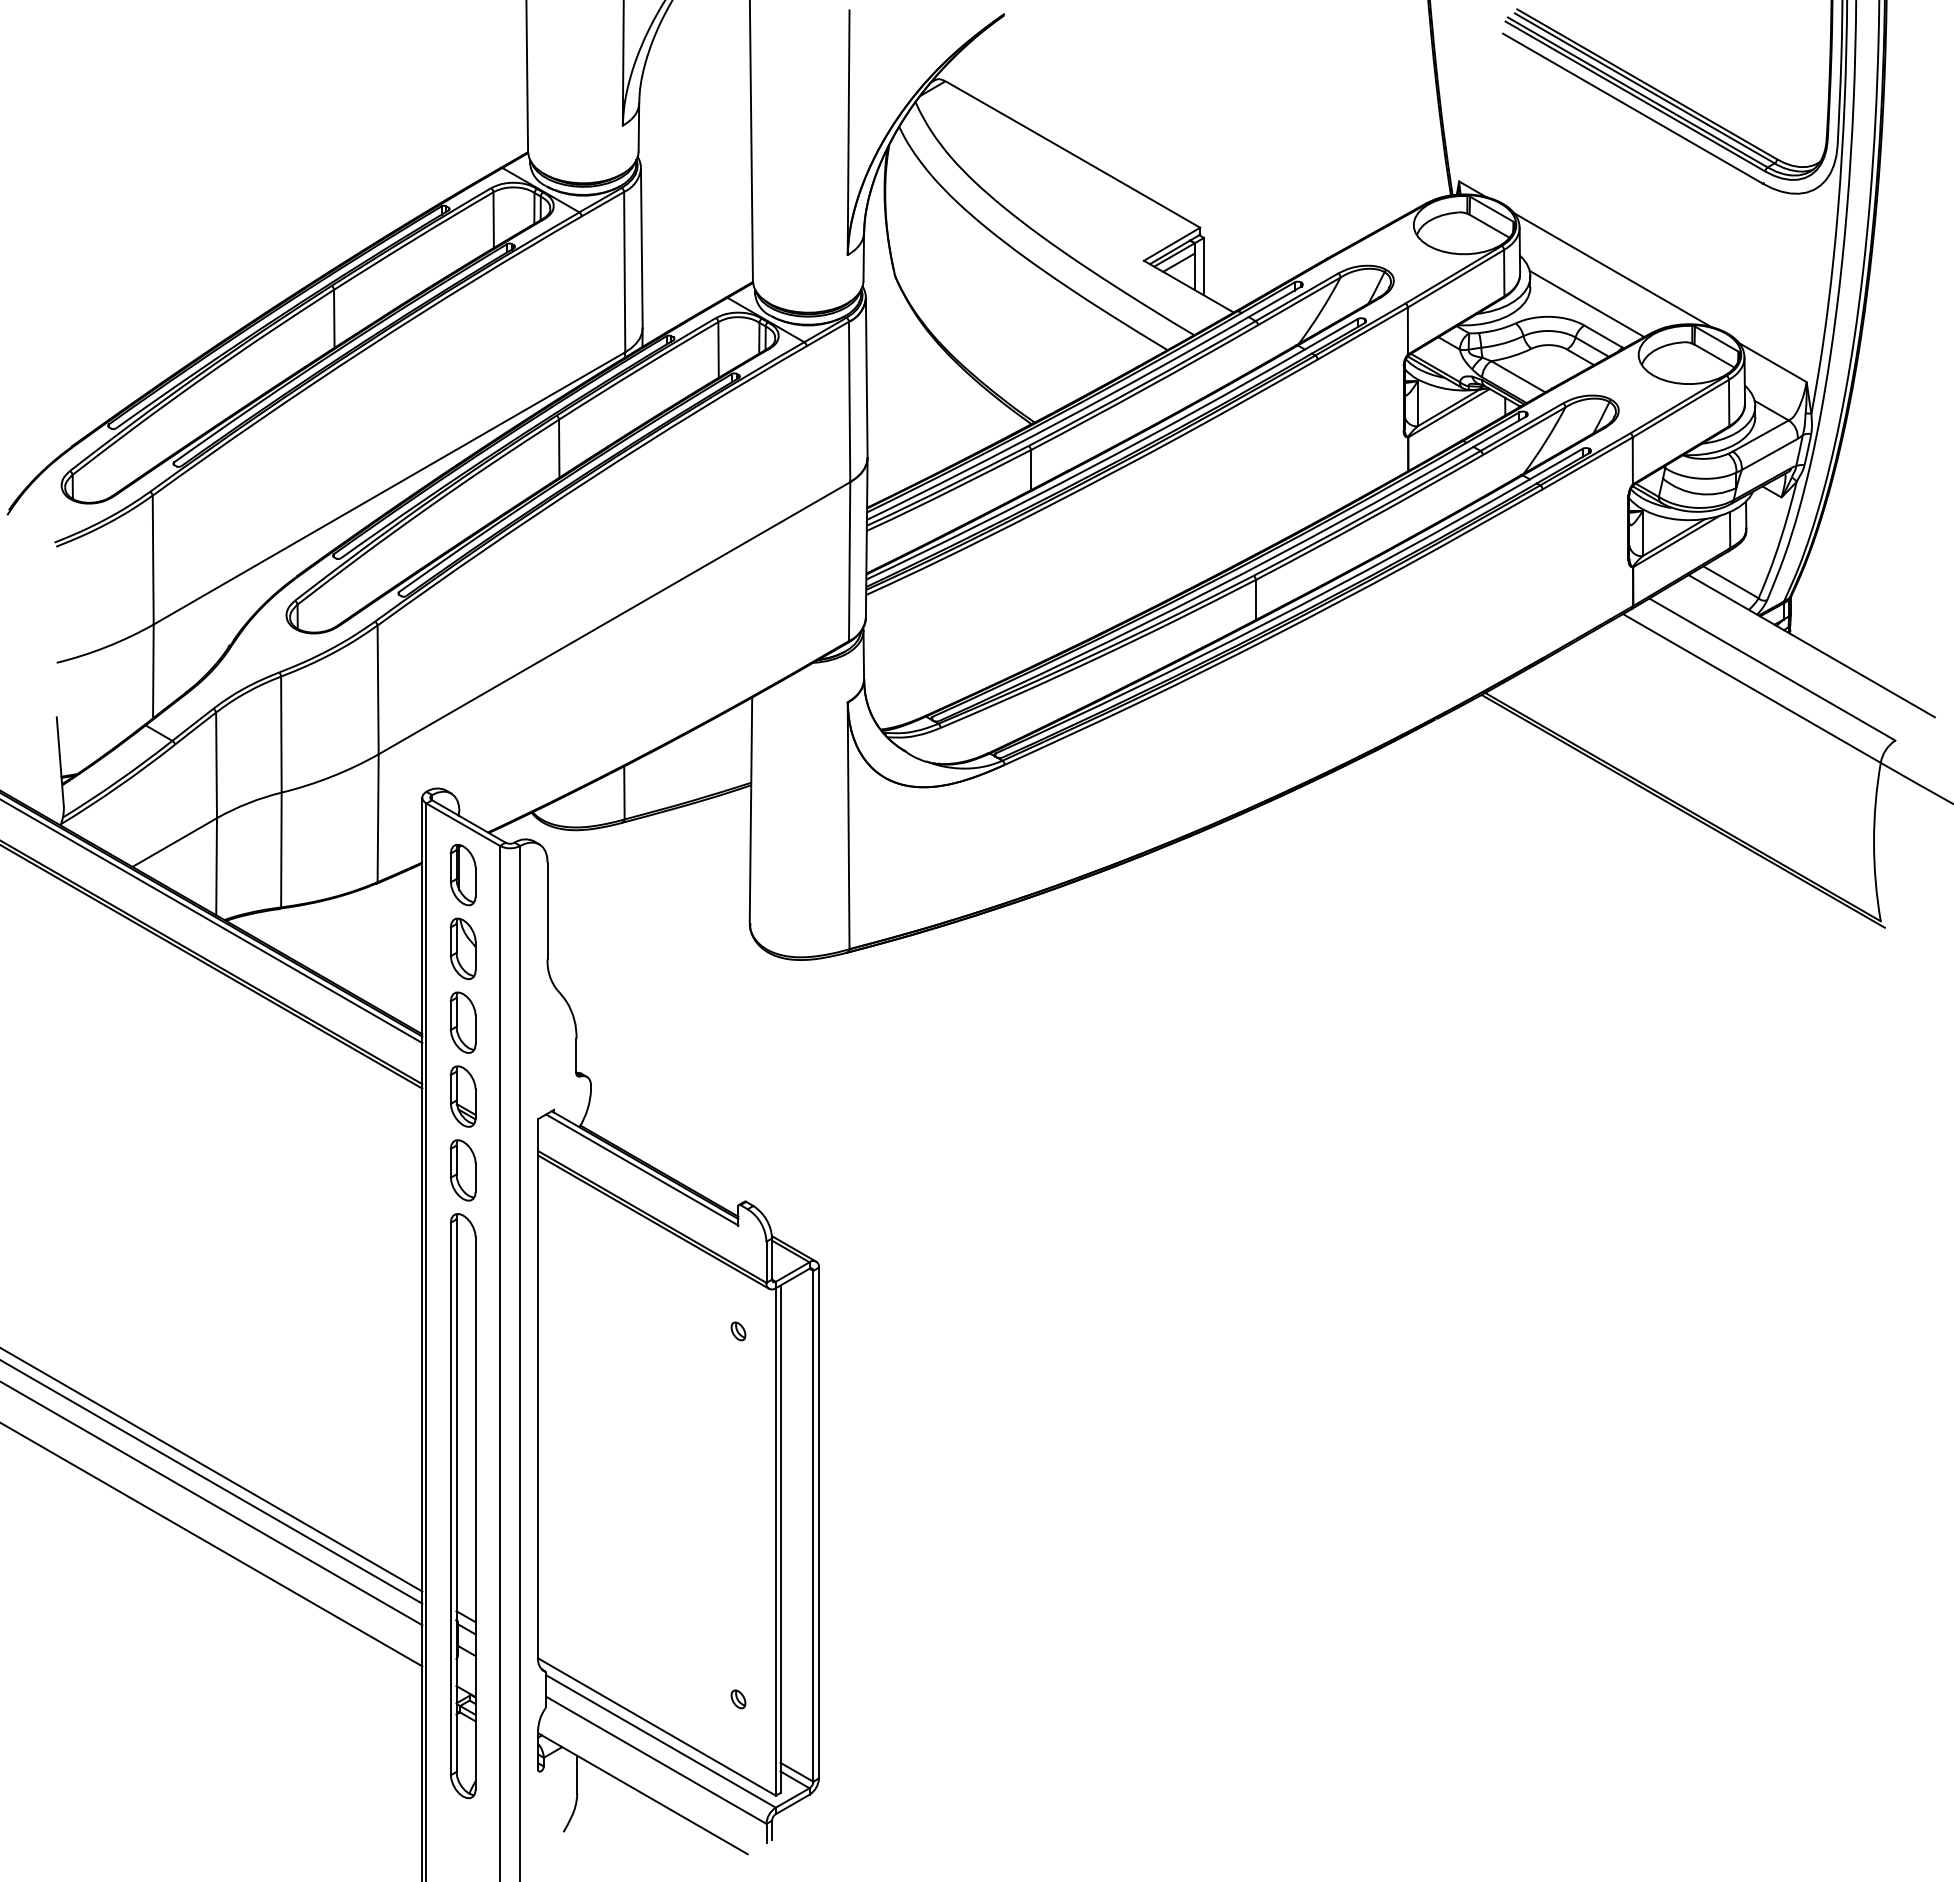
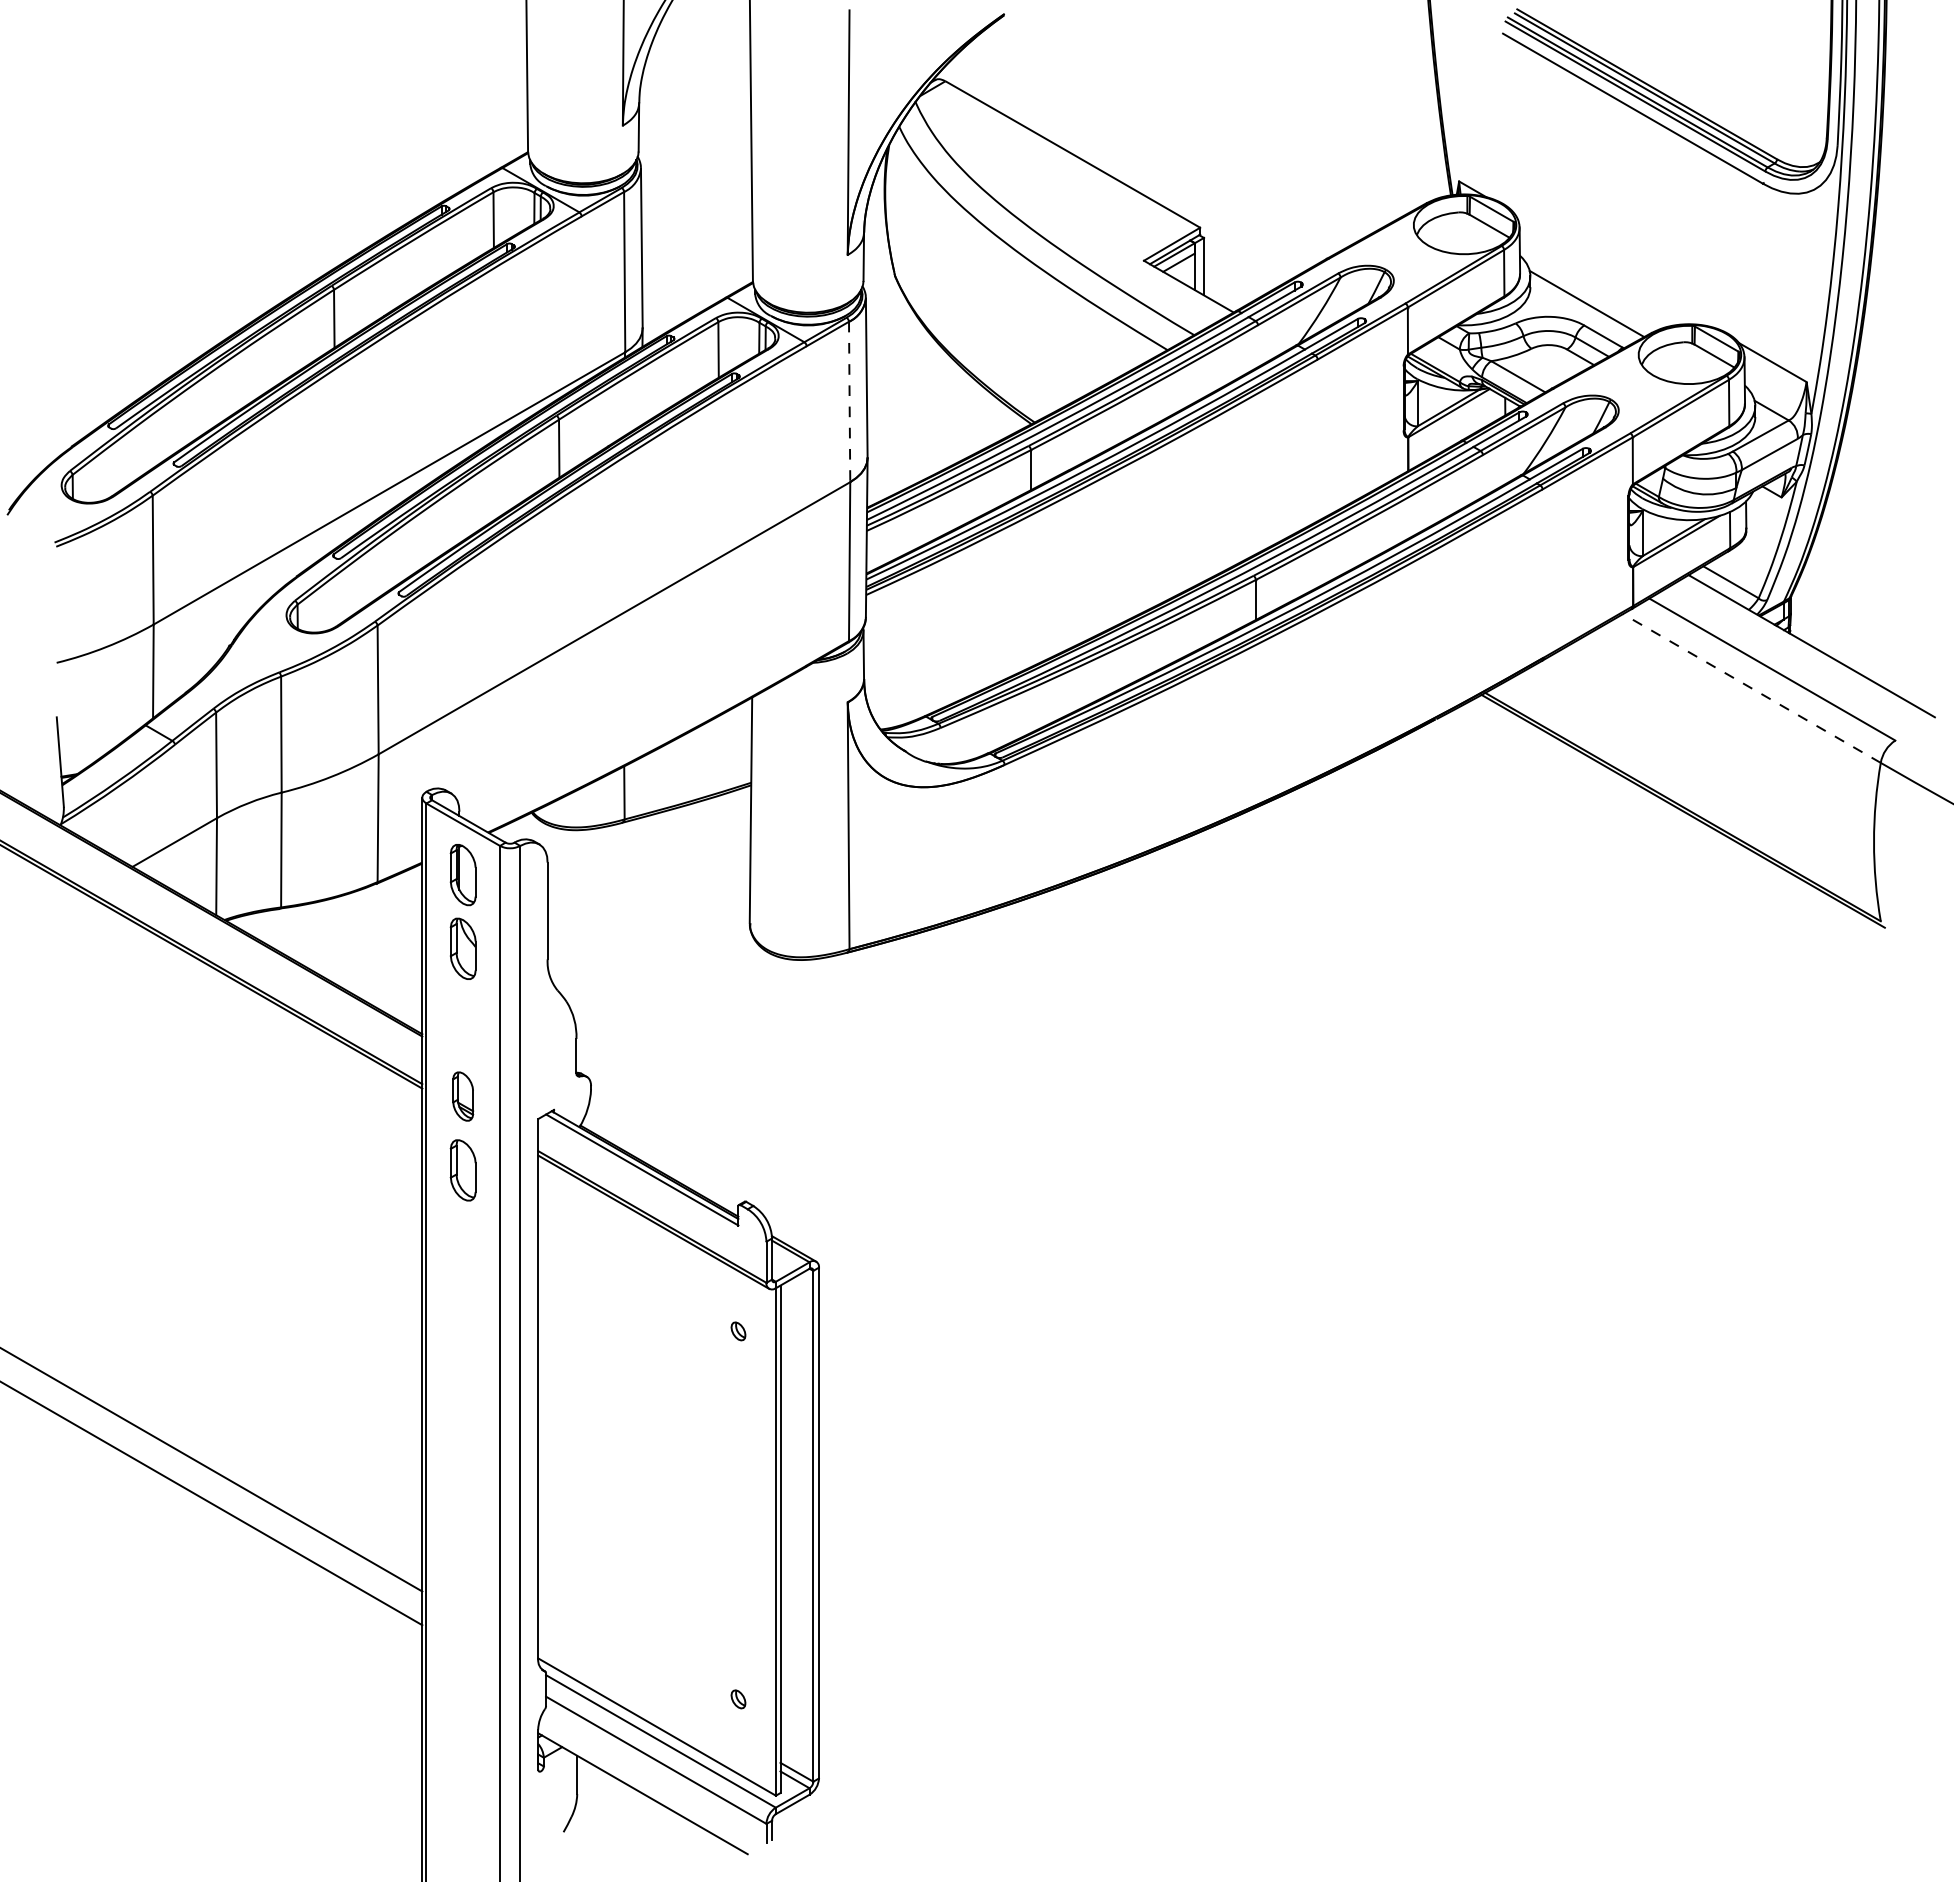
line at (1612, 270): present -> none
line at (849, 402): solid -> dashed
line at (1751, 688): solid -> dashed
line at (212, 921): present -> none
part at (462, 1022): present -> none
part at (462, 1096) size: 28x63 px -> 23x51 px
line at (212, 1482): present -> none
part at (462, 1505): present -> none
line at (212, 1544): present -> none
